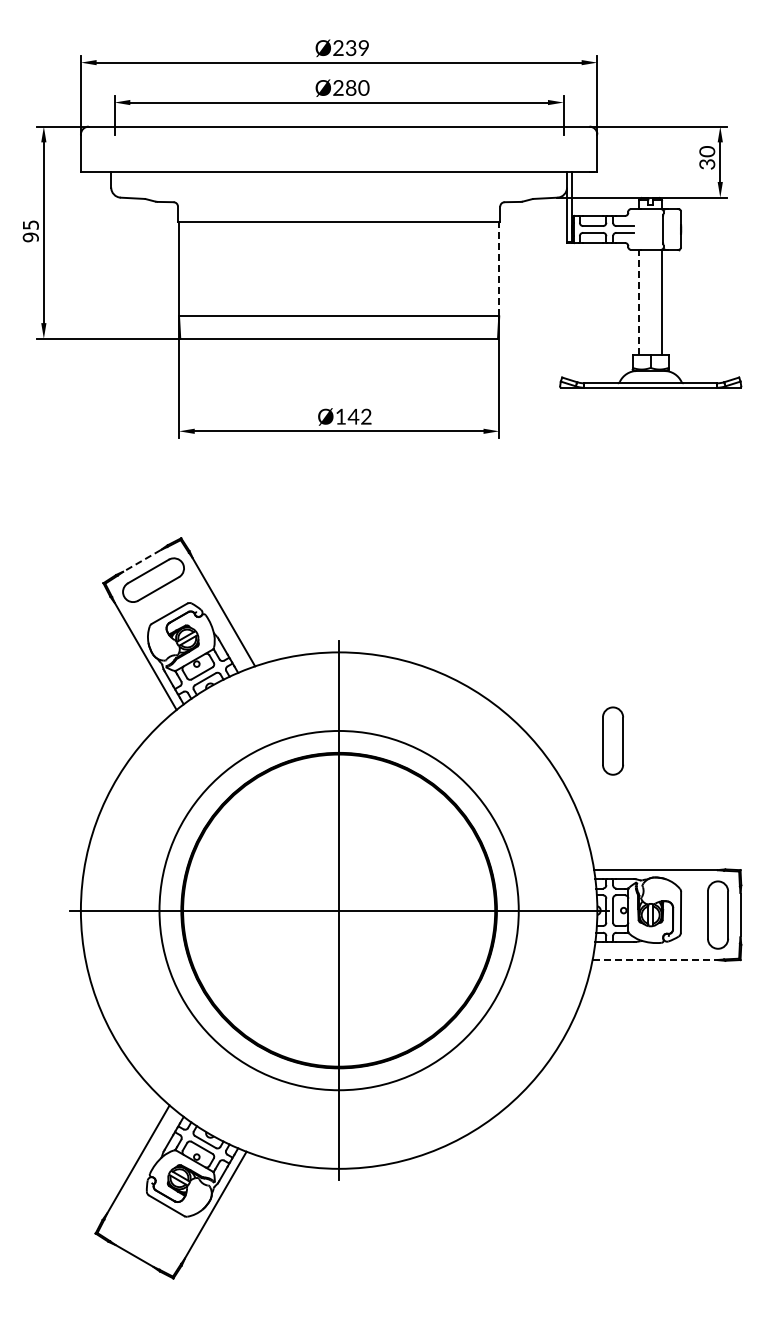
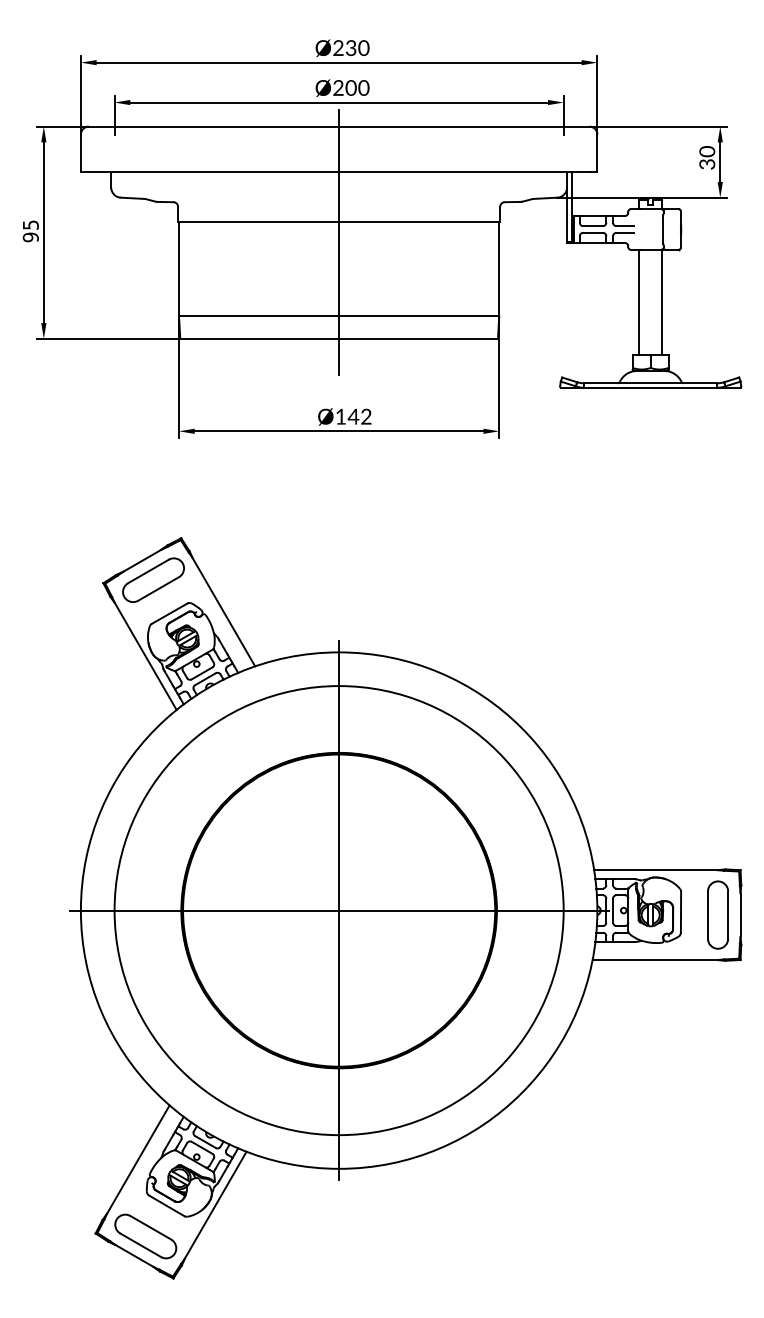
text at (363, 48): Ø239 -> Ø230
text at (350, 88): Ø280 -> Ø200
line at (339, 242): none -> present
line at (499, 268): dashed -> solid
line at (639, 302): dashed -> solid
line at (141, 561): dashed -> solid
part at (612, 740): present -> none
circle at (338, 910) diameter: 359 px -> 449 px
line at (655, 960): dashed -> solid
part at (145, 1236): none -> present
